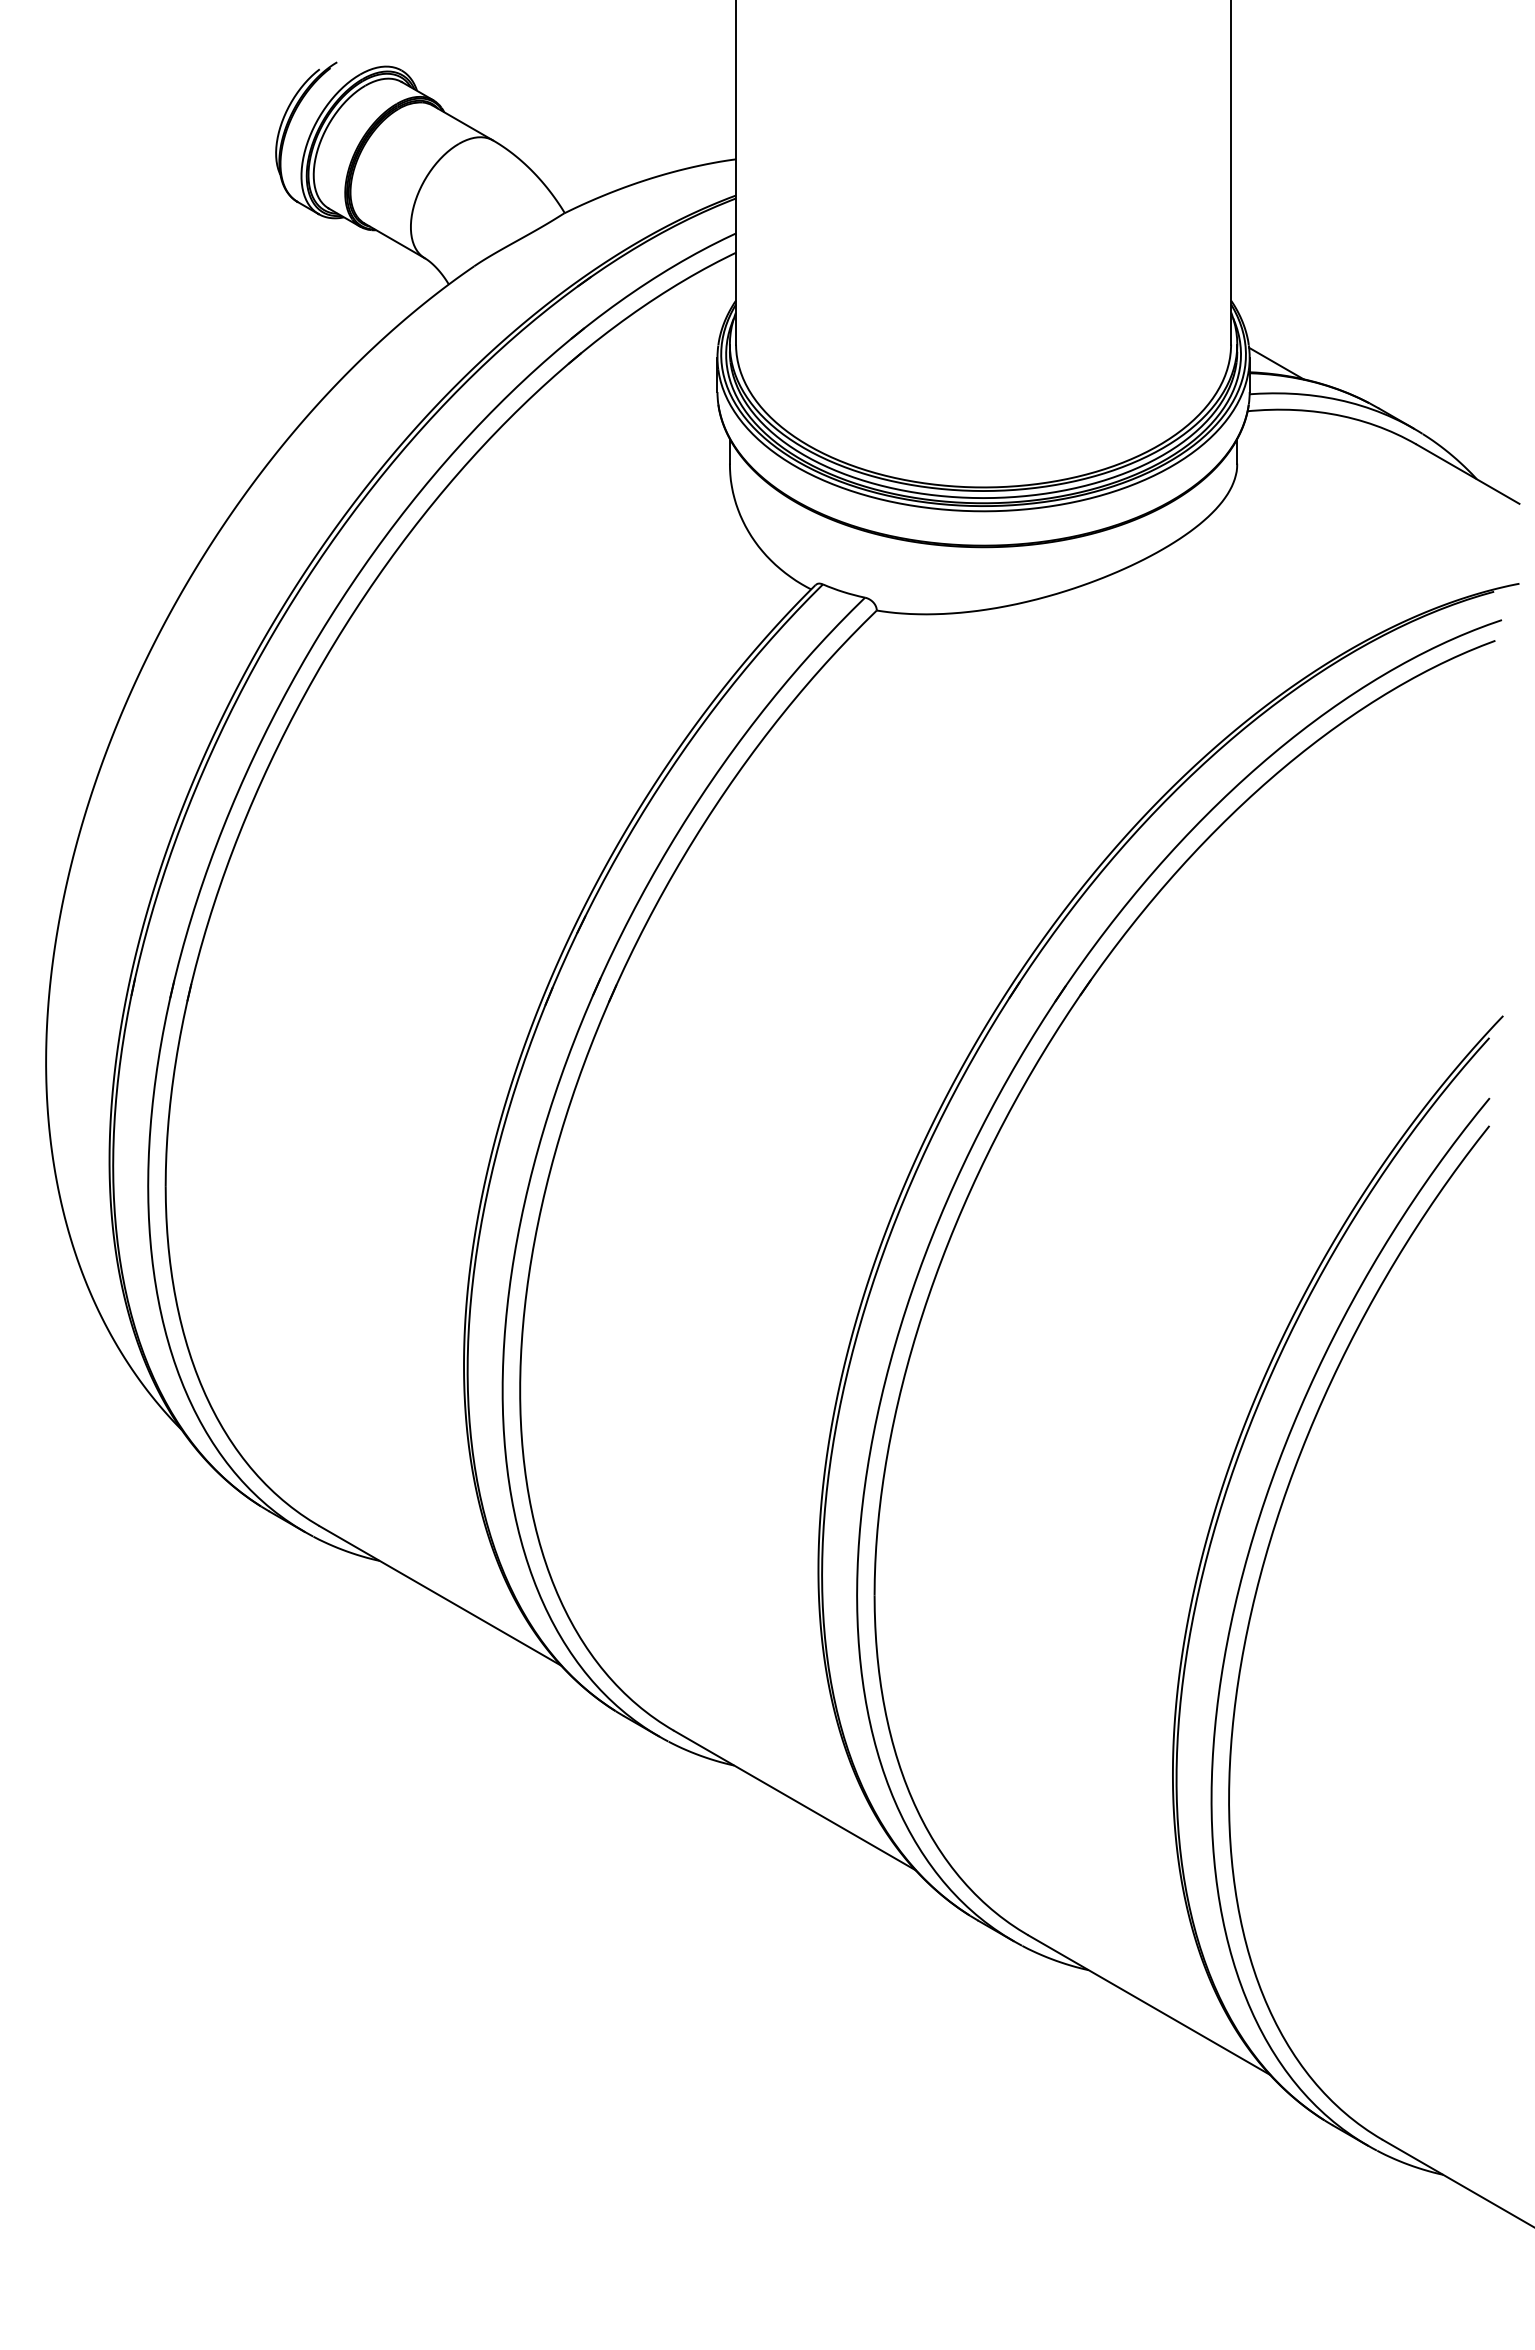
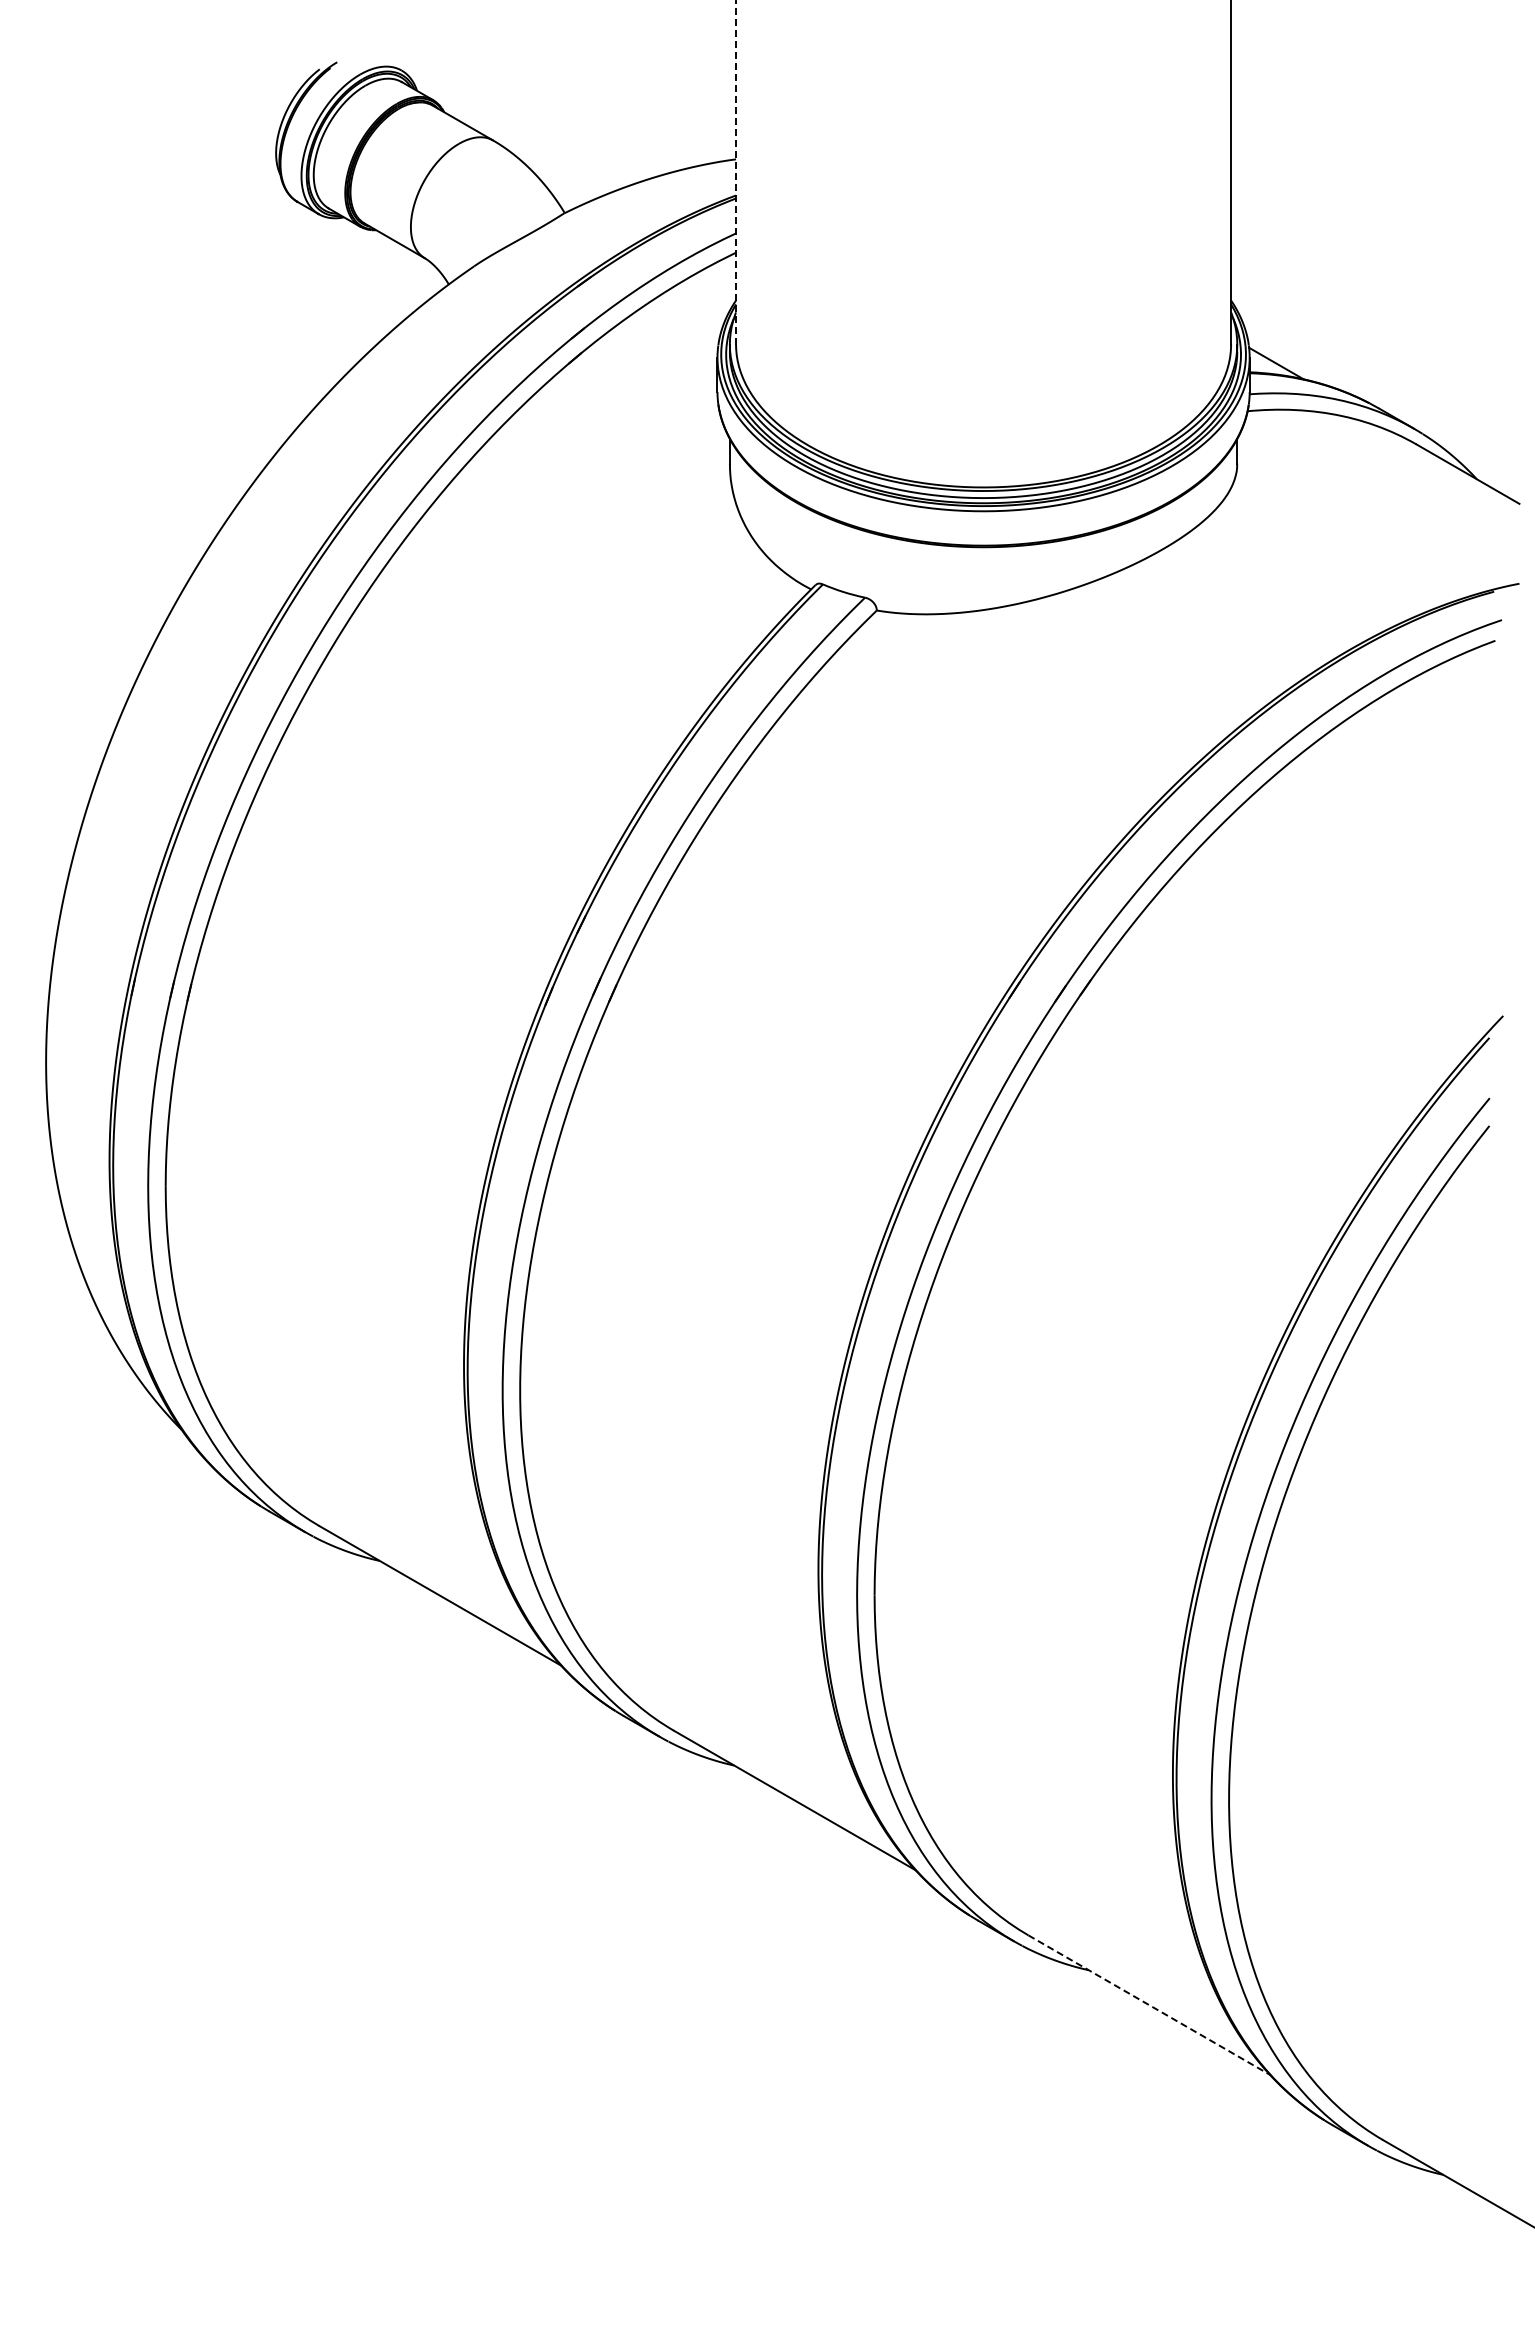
line at (736, 172): solid -> dashed
line at (1149, 2005): solid -> dashed
